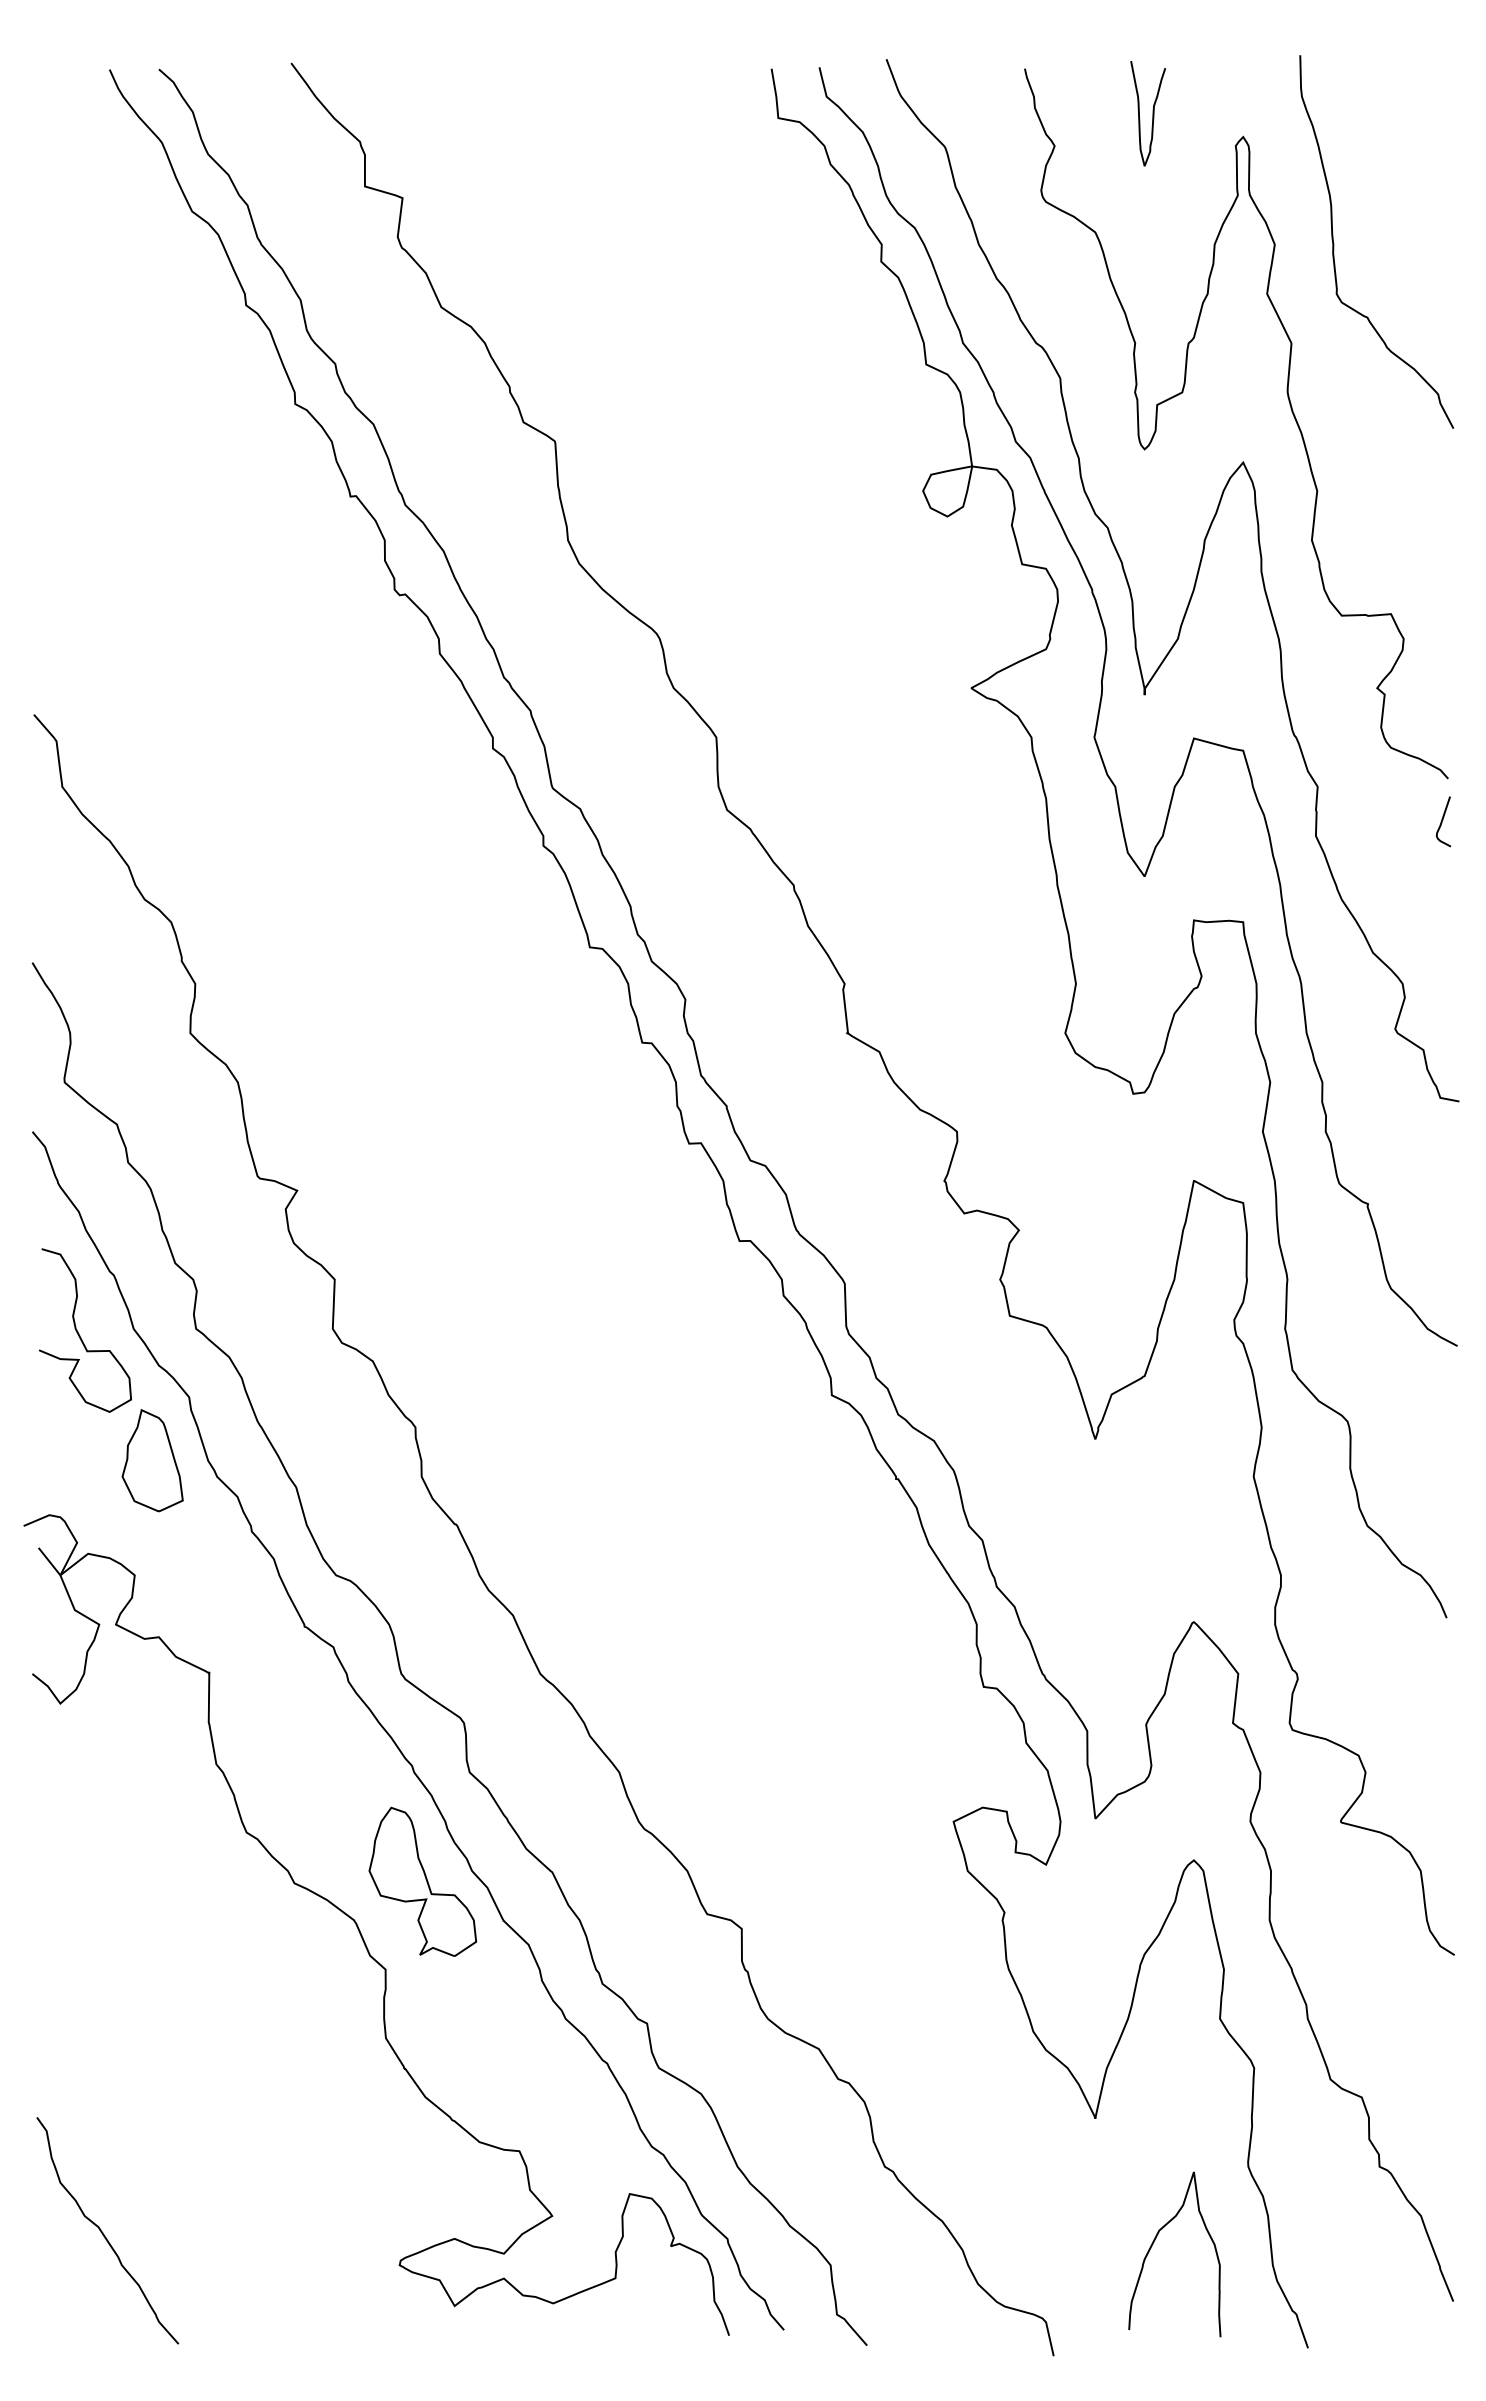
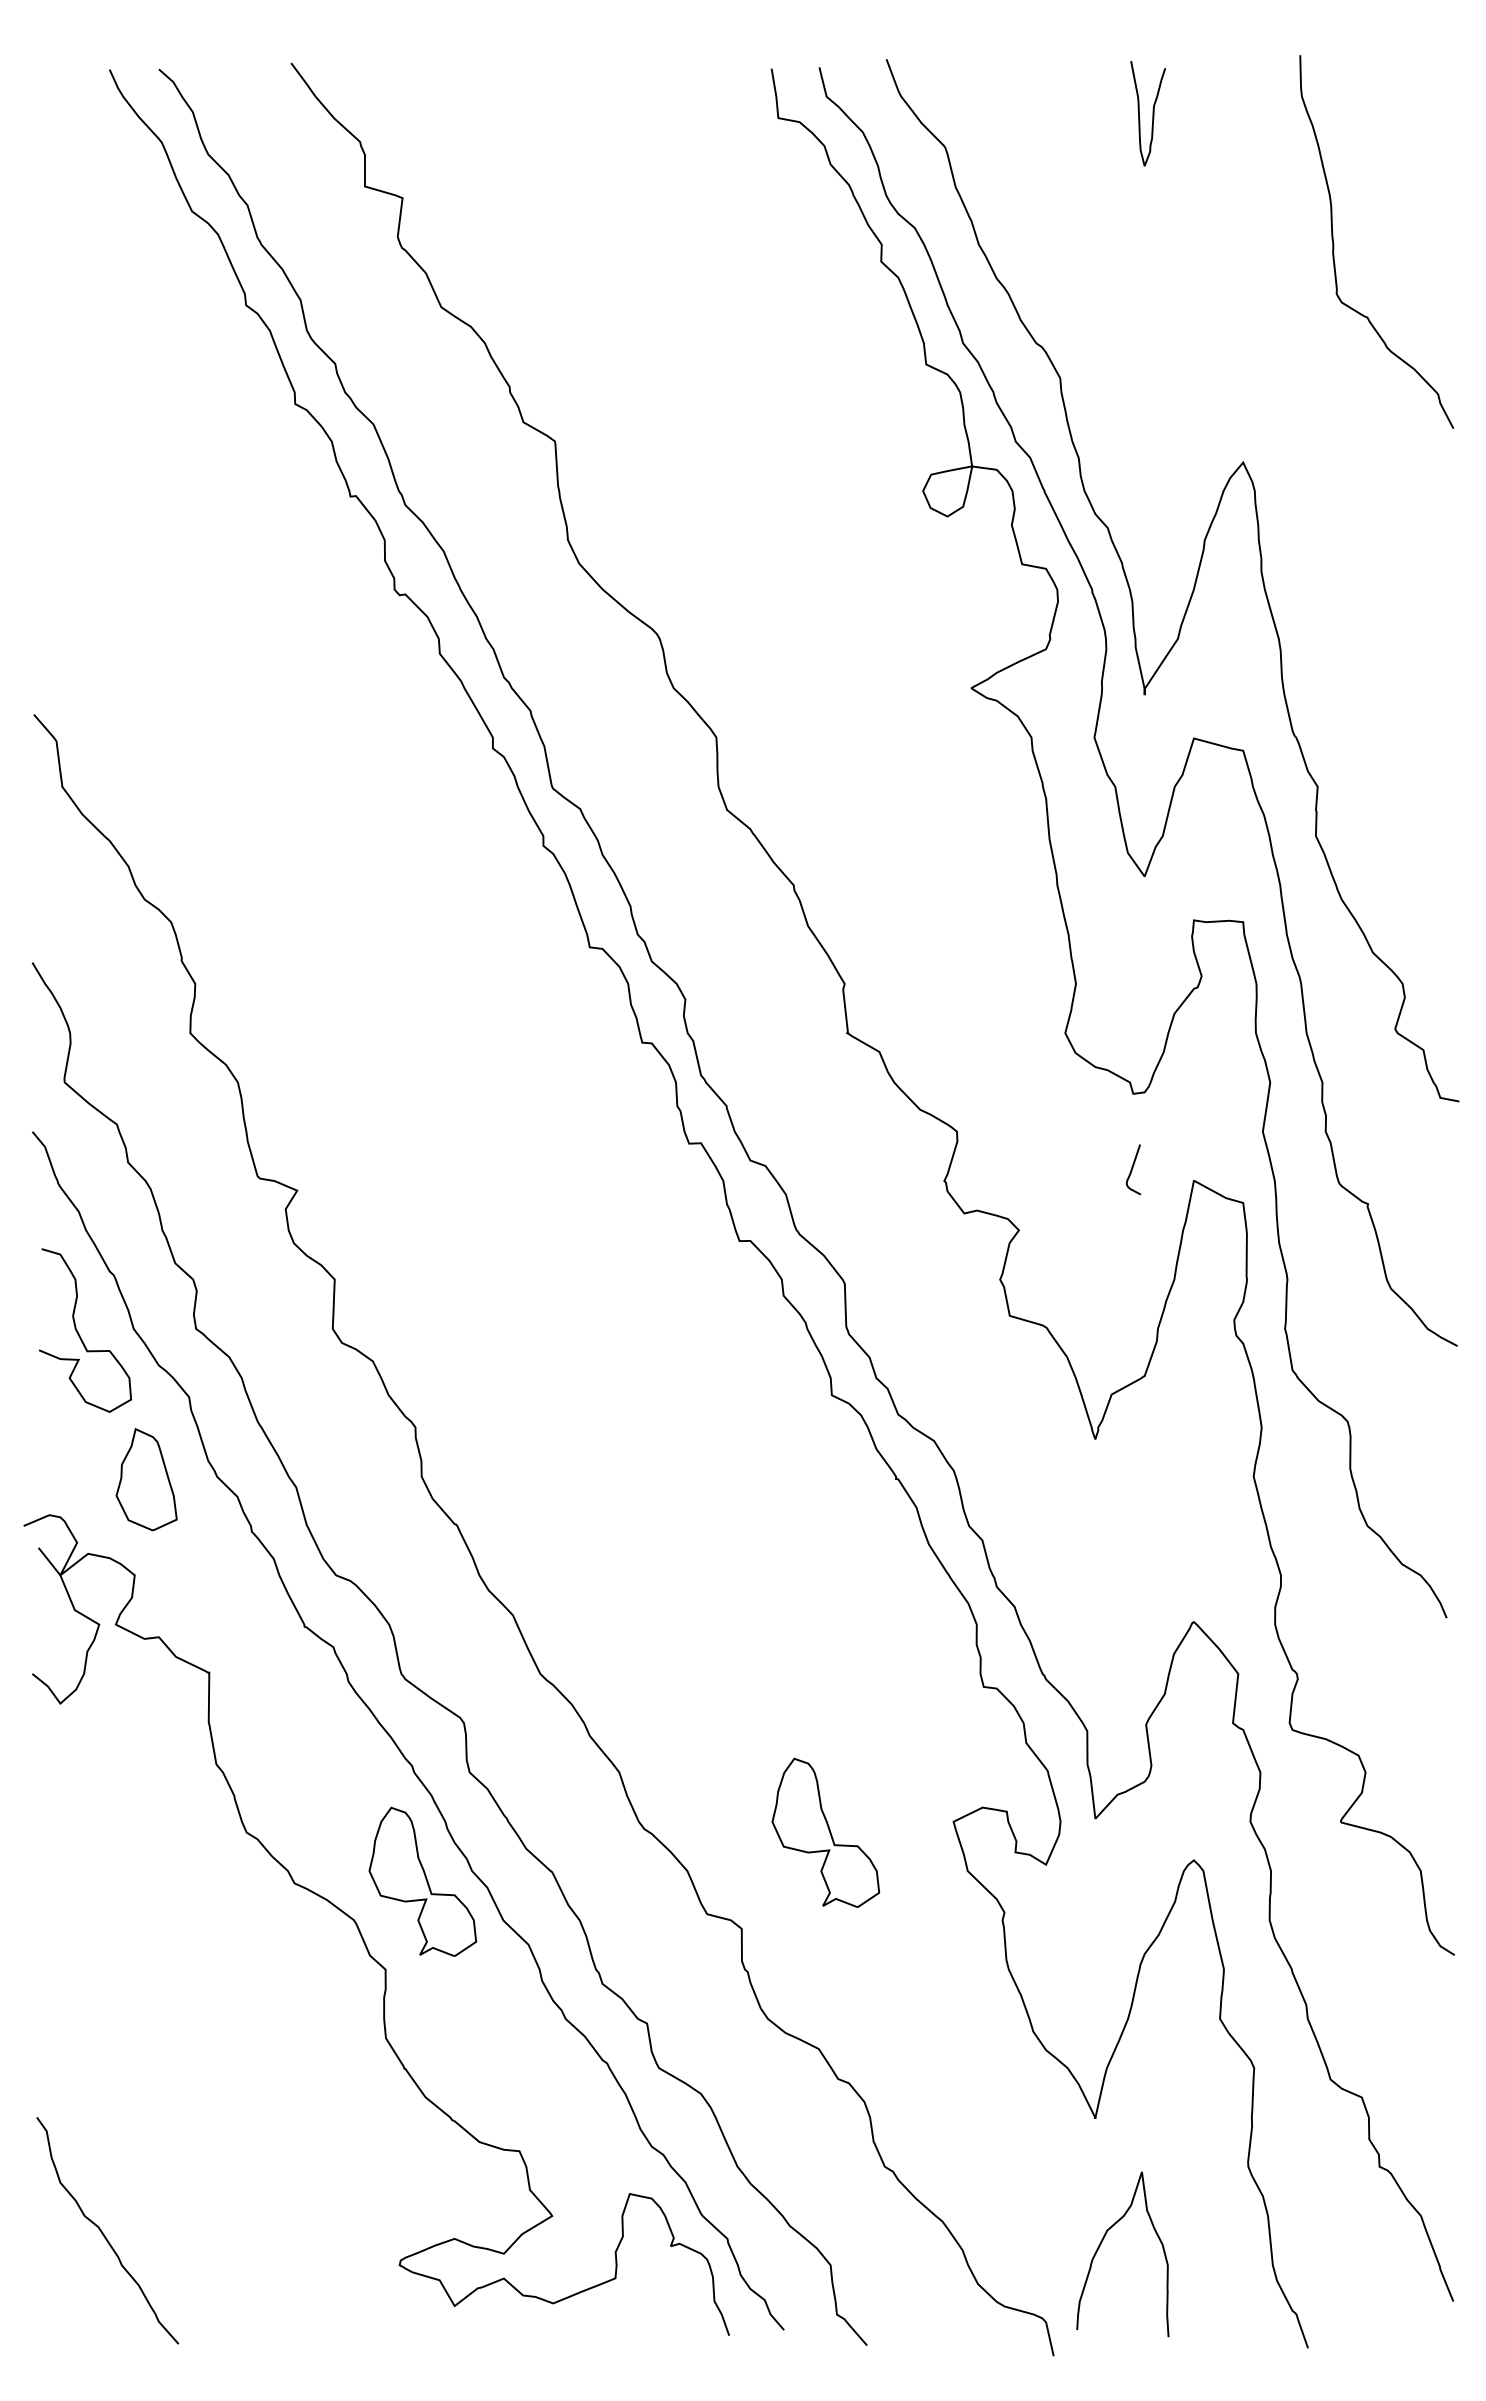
curve at (1289, 405): present -> none
curve at (1443, 820) position: (1443, 820) -> (1133, 1168)
part at (152, 1460) position: (152, 1460) -> (146, 1479)
part at (825, 1832): none -> present
curve at (1153, 2244) position: (1153, 2244) -> (1101, 2244)
